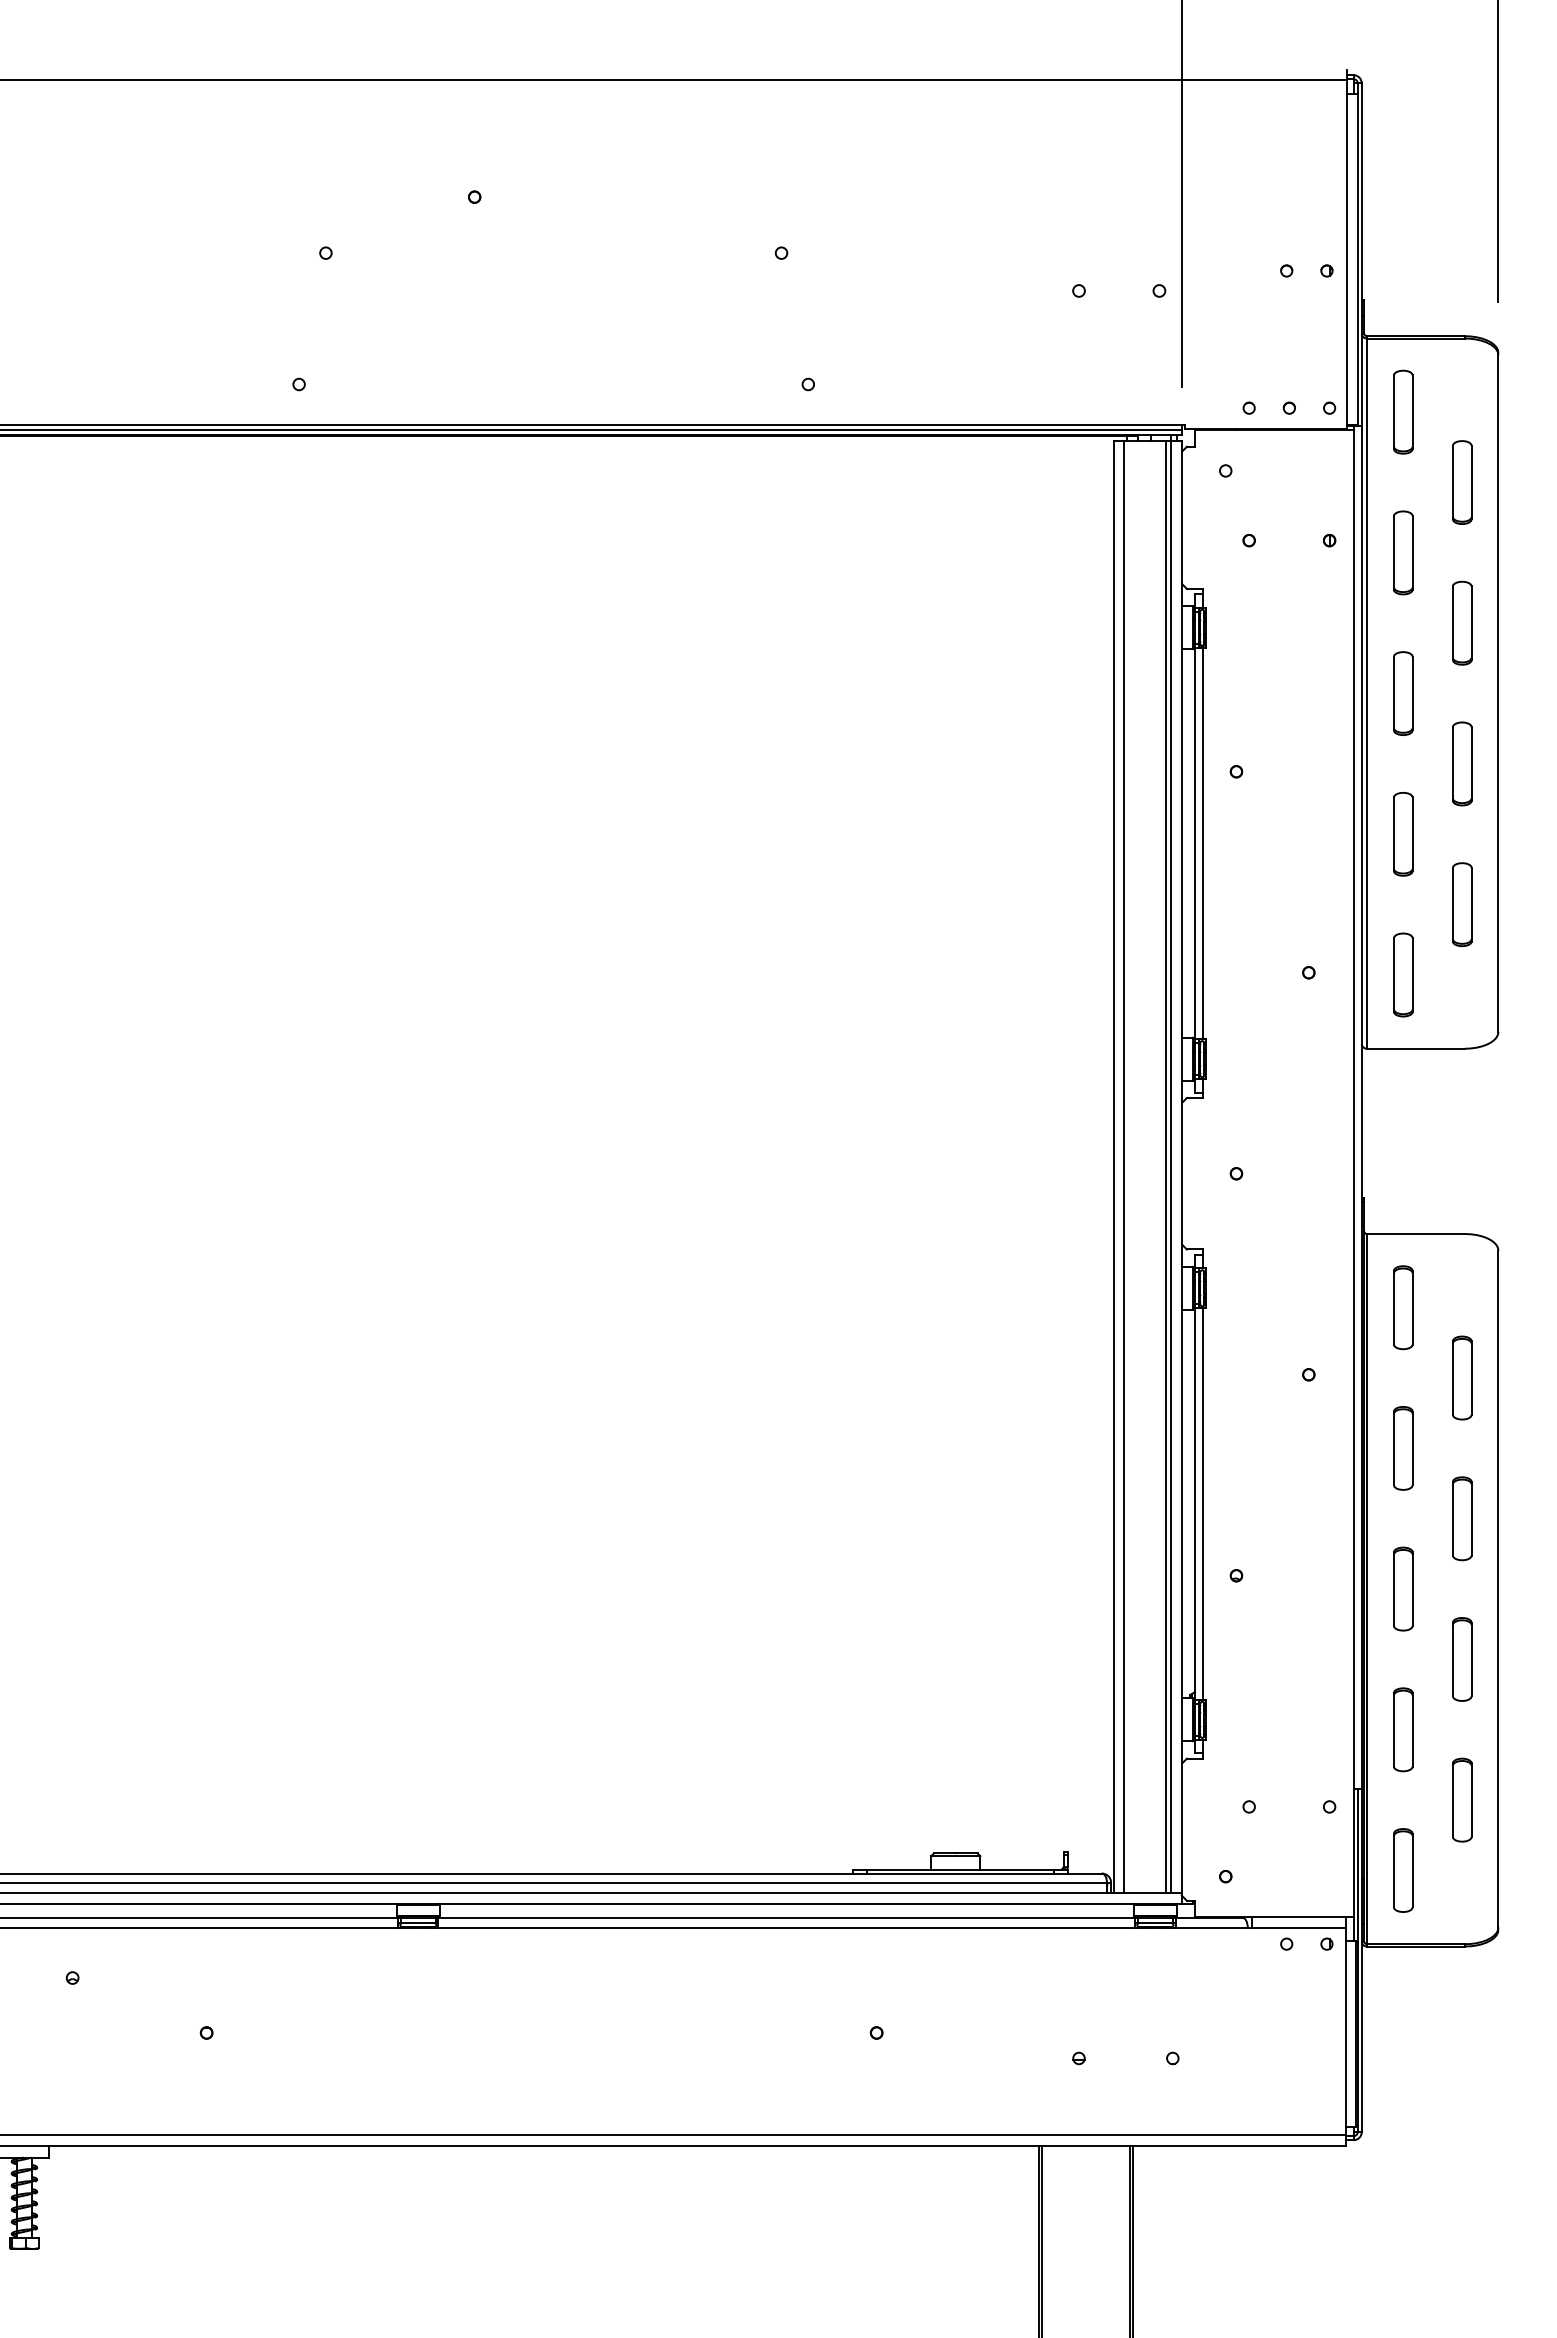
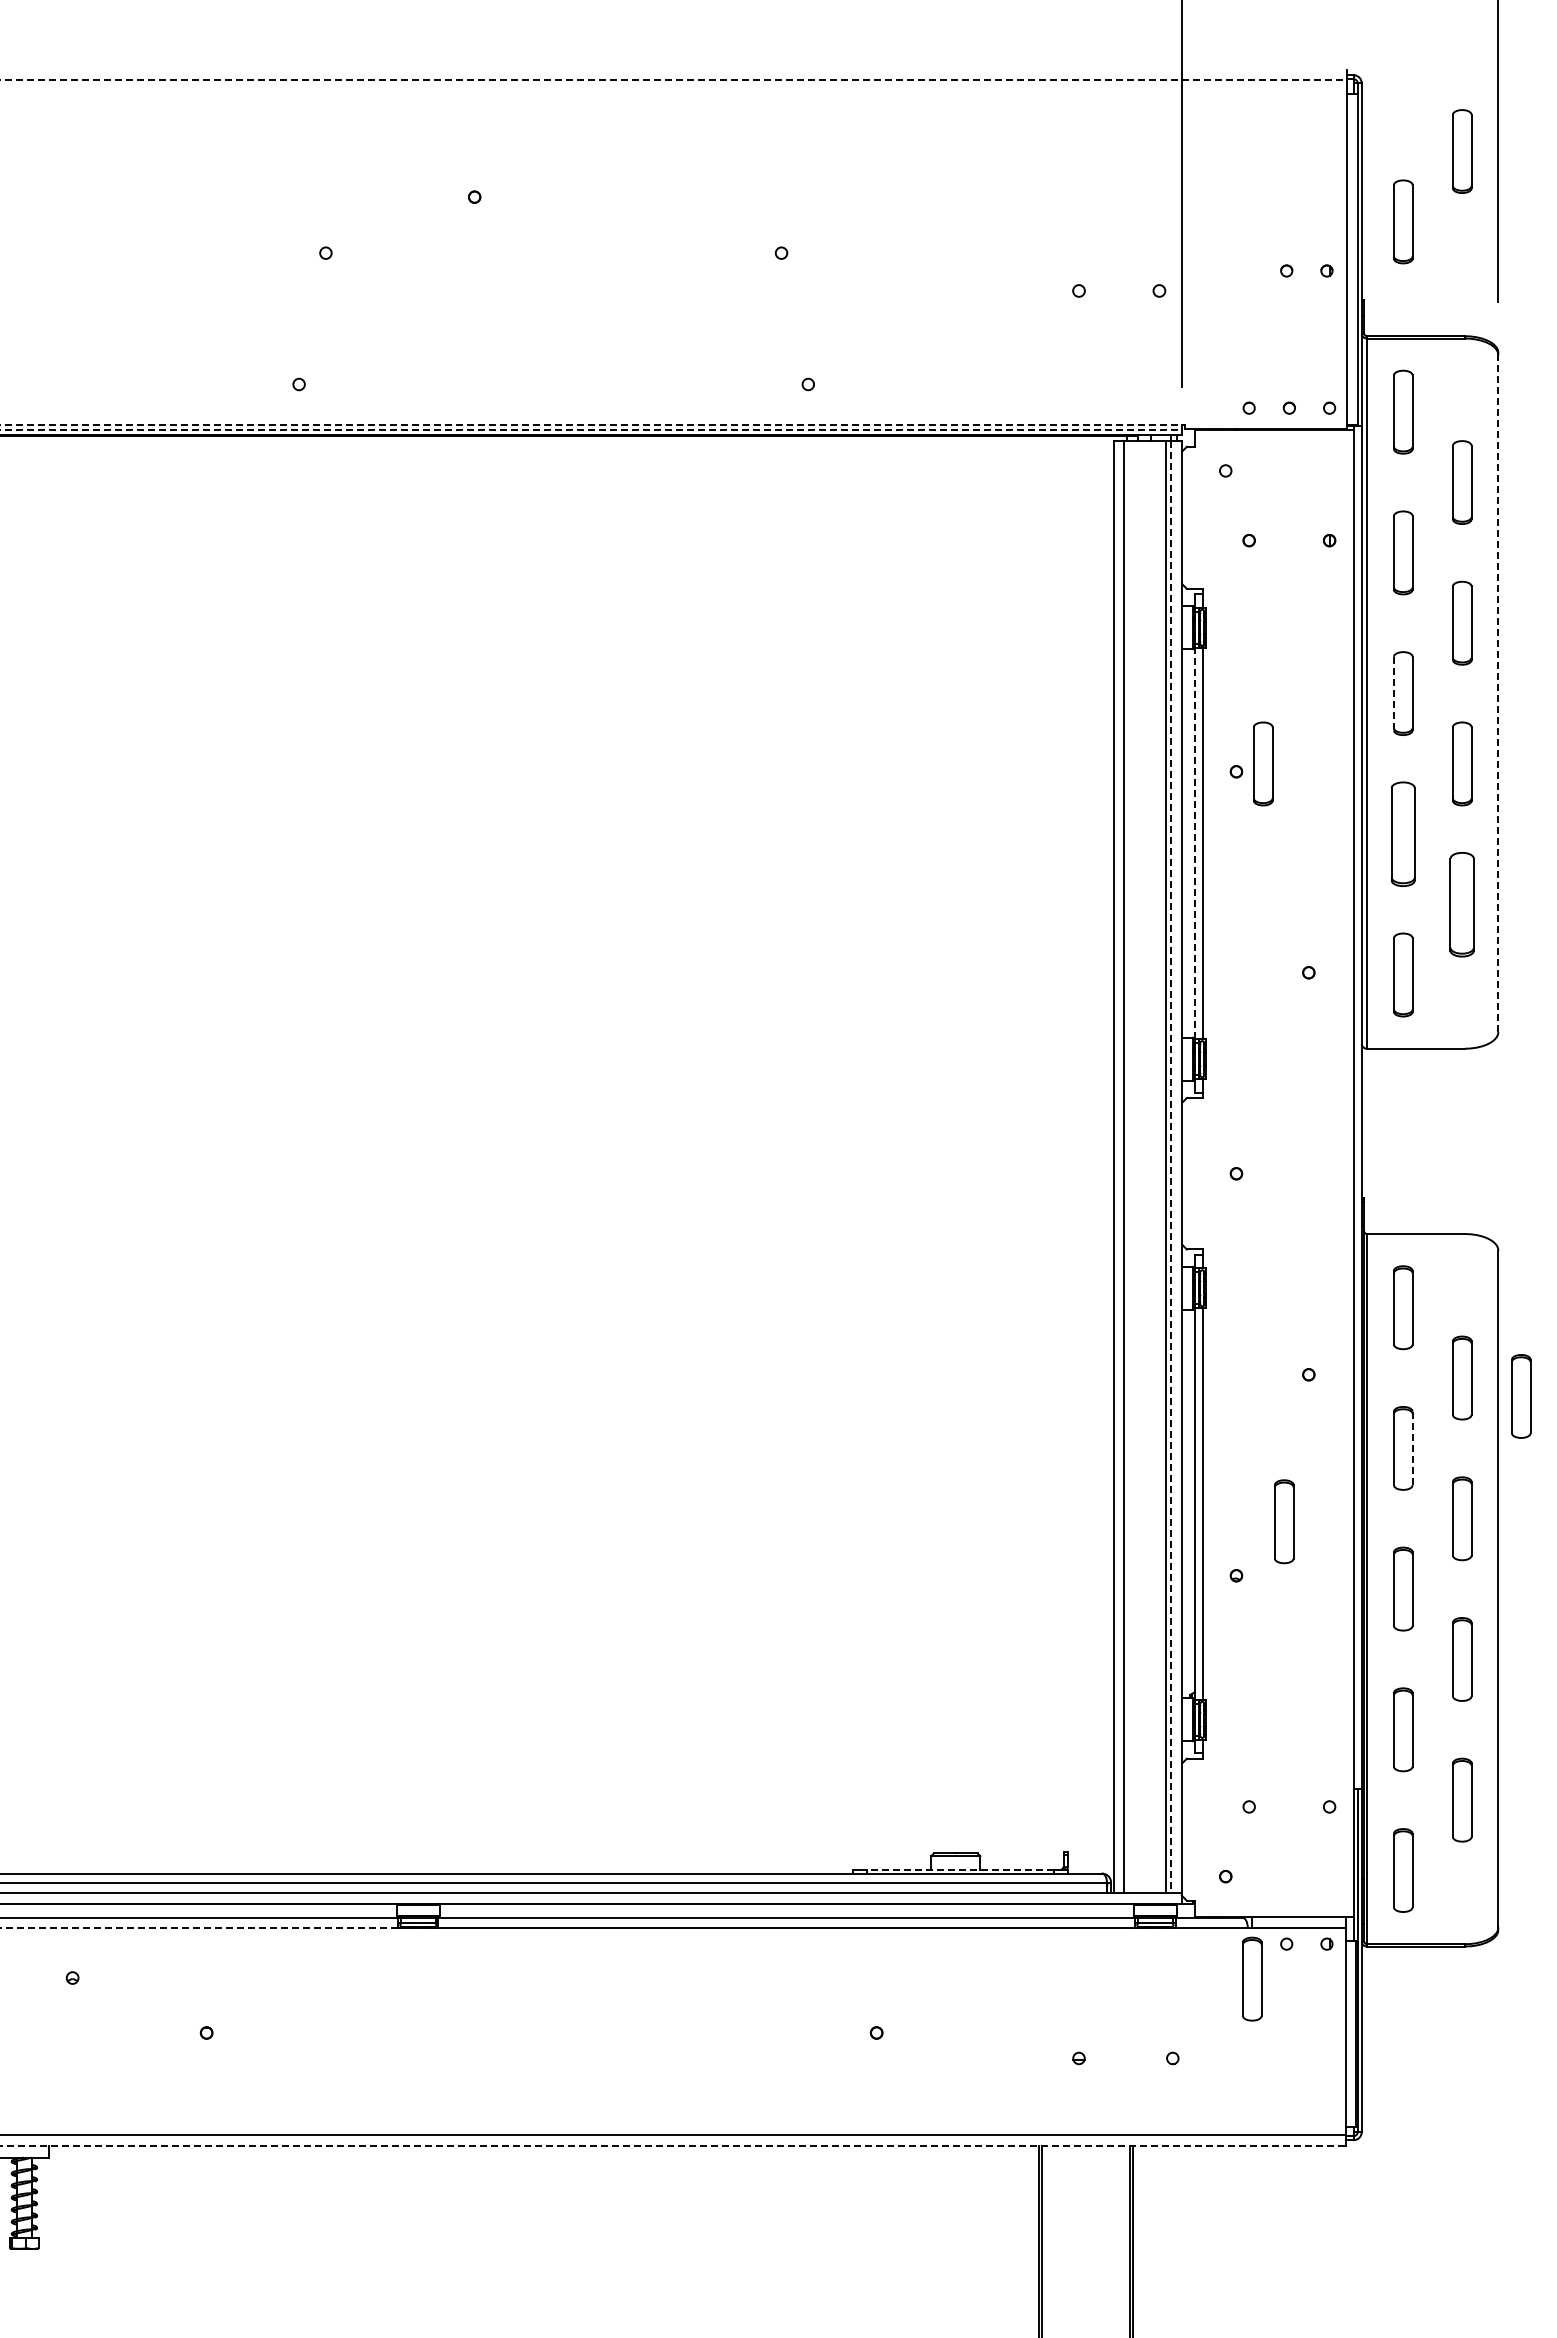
line at (674, 80): solid -> dashed
part at (1462, 151): none -> present
part at (1403, 221): none -> present
line at (591, 424): solid -> dashed
line at (591, 430): solid -> dashed
line at (1393, 693): solid -> dashed
line at (1498, 693): solid -> dashed
part at (1263, 763): none -> present
part at (1403, 834) size: 21x85 px -> 26x106 px
line at (1194, 843): solid -> dashed
part at (1462, 904) size: 21x85 px -> 26x106 px
line at (1171, 1167): solid -> dashed
part at (1521, 1396): none -> present
line at (1412, 1448): solid -> dashed
part at (1284, 1521): none -> present
line at (960, 1869): solid -> dashed
line at (199, 1928): solid -> dashed
part at (1252, 1978): none -> present
line at (673, 2146): solid -> dashed
